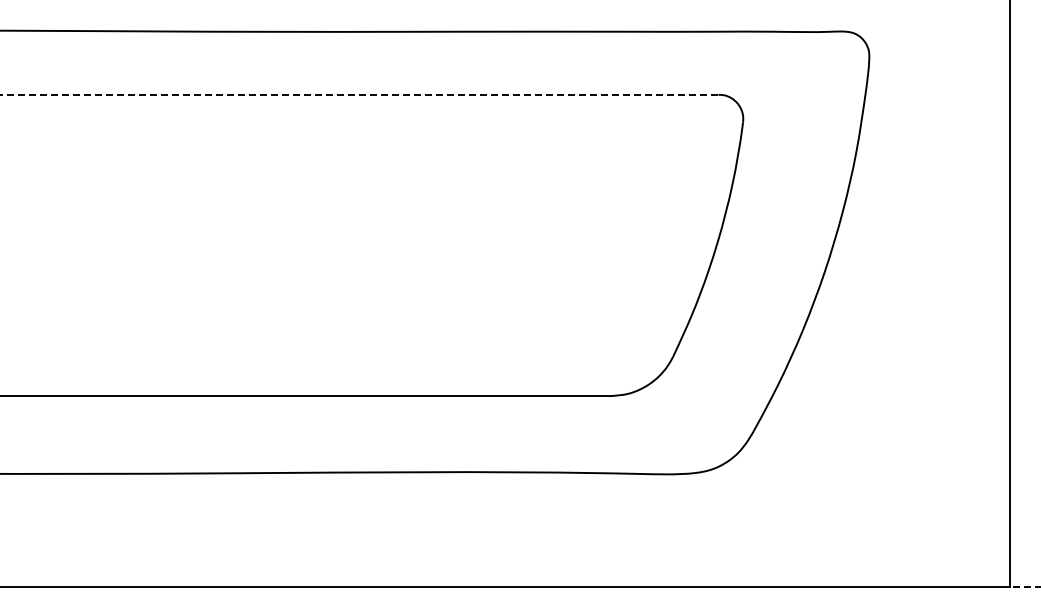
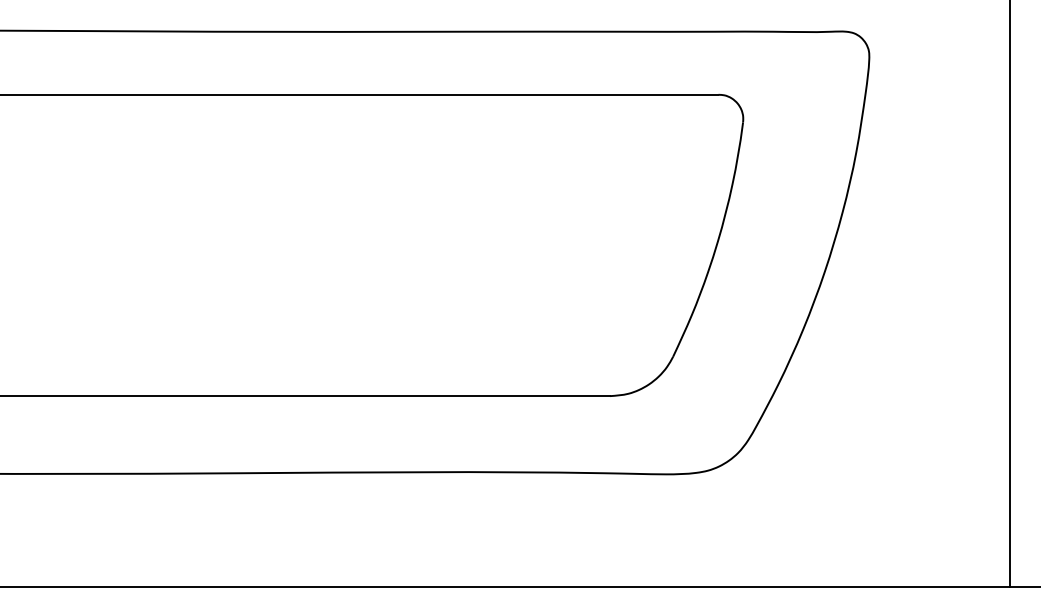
line at (359, 94): dashed -> solid
line at (1024, 587): dashed -> solid
